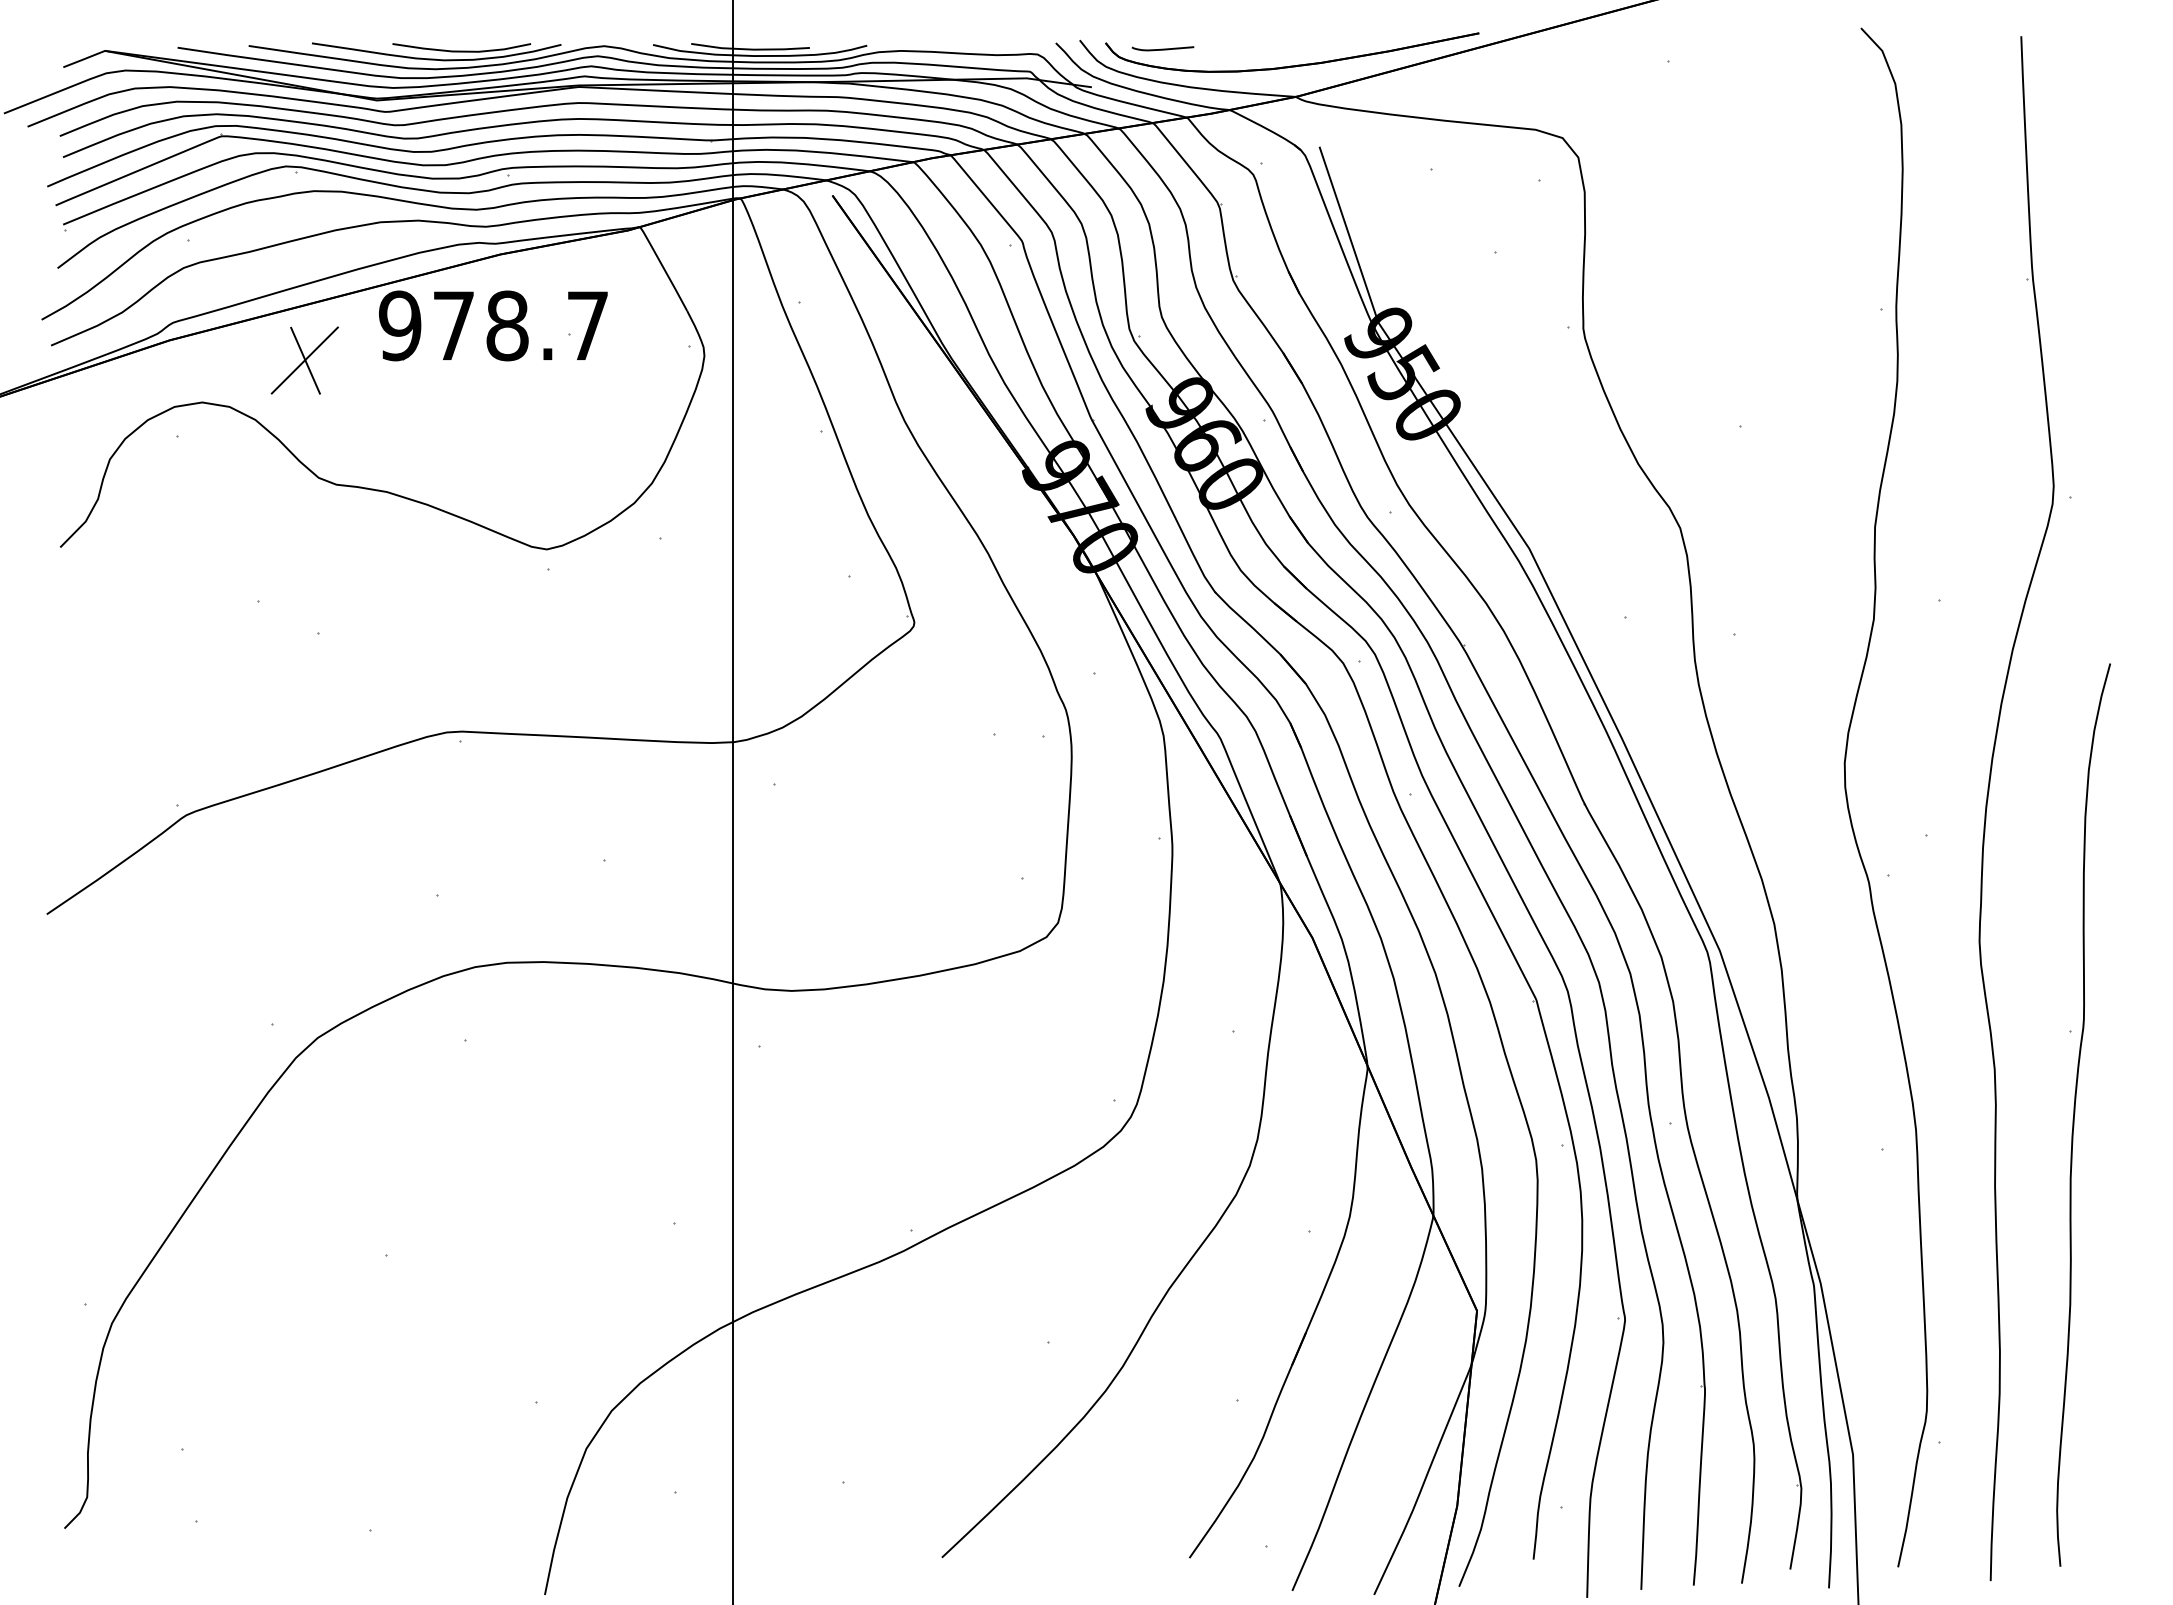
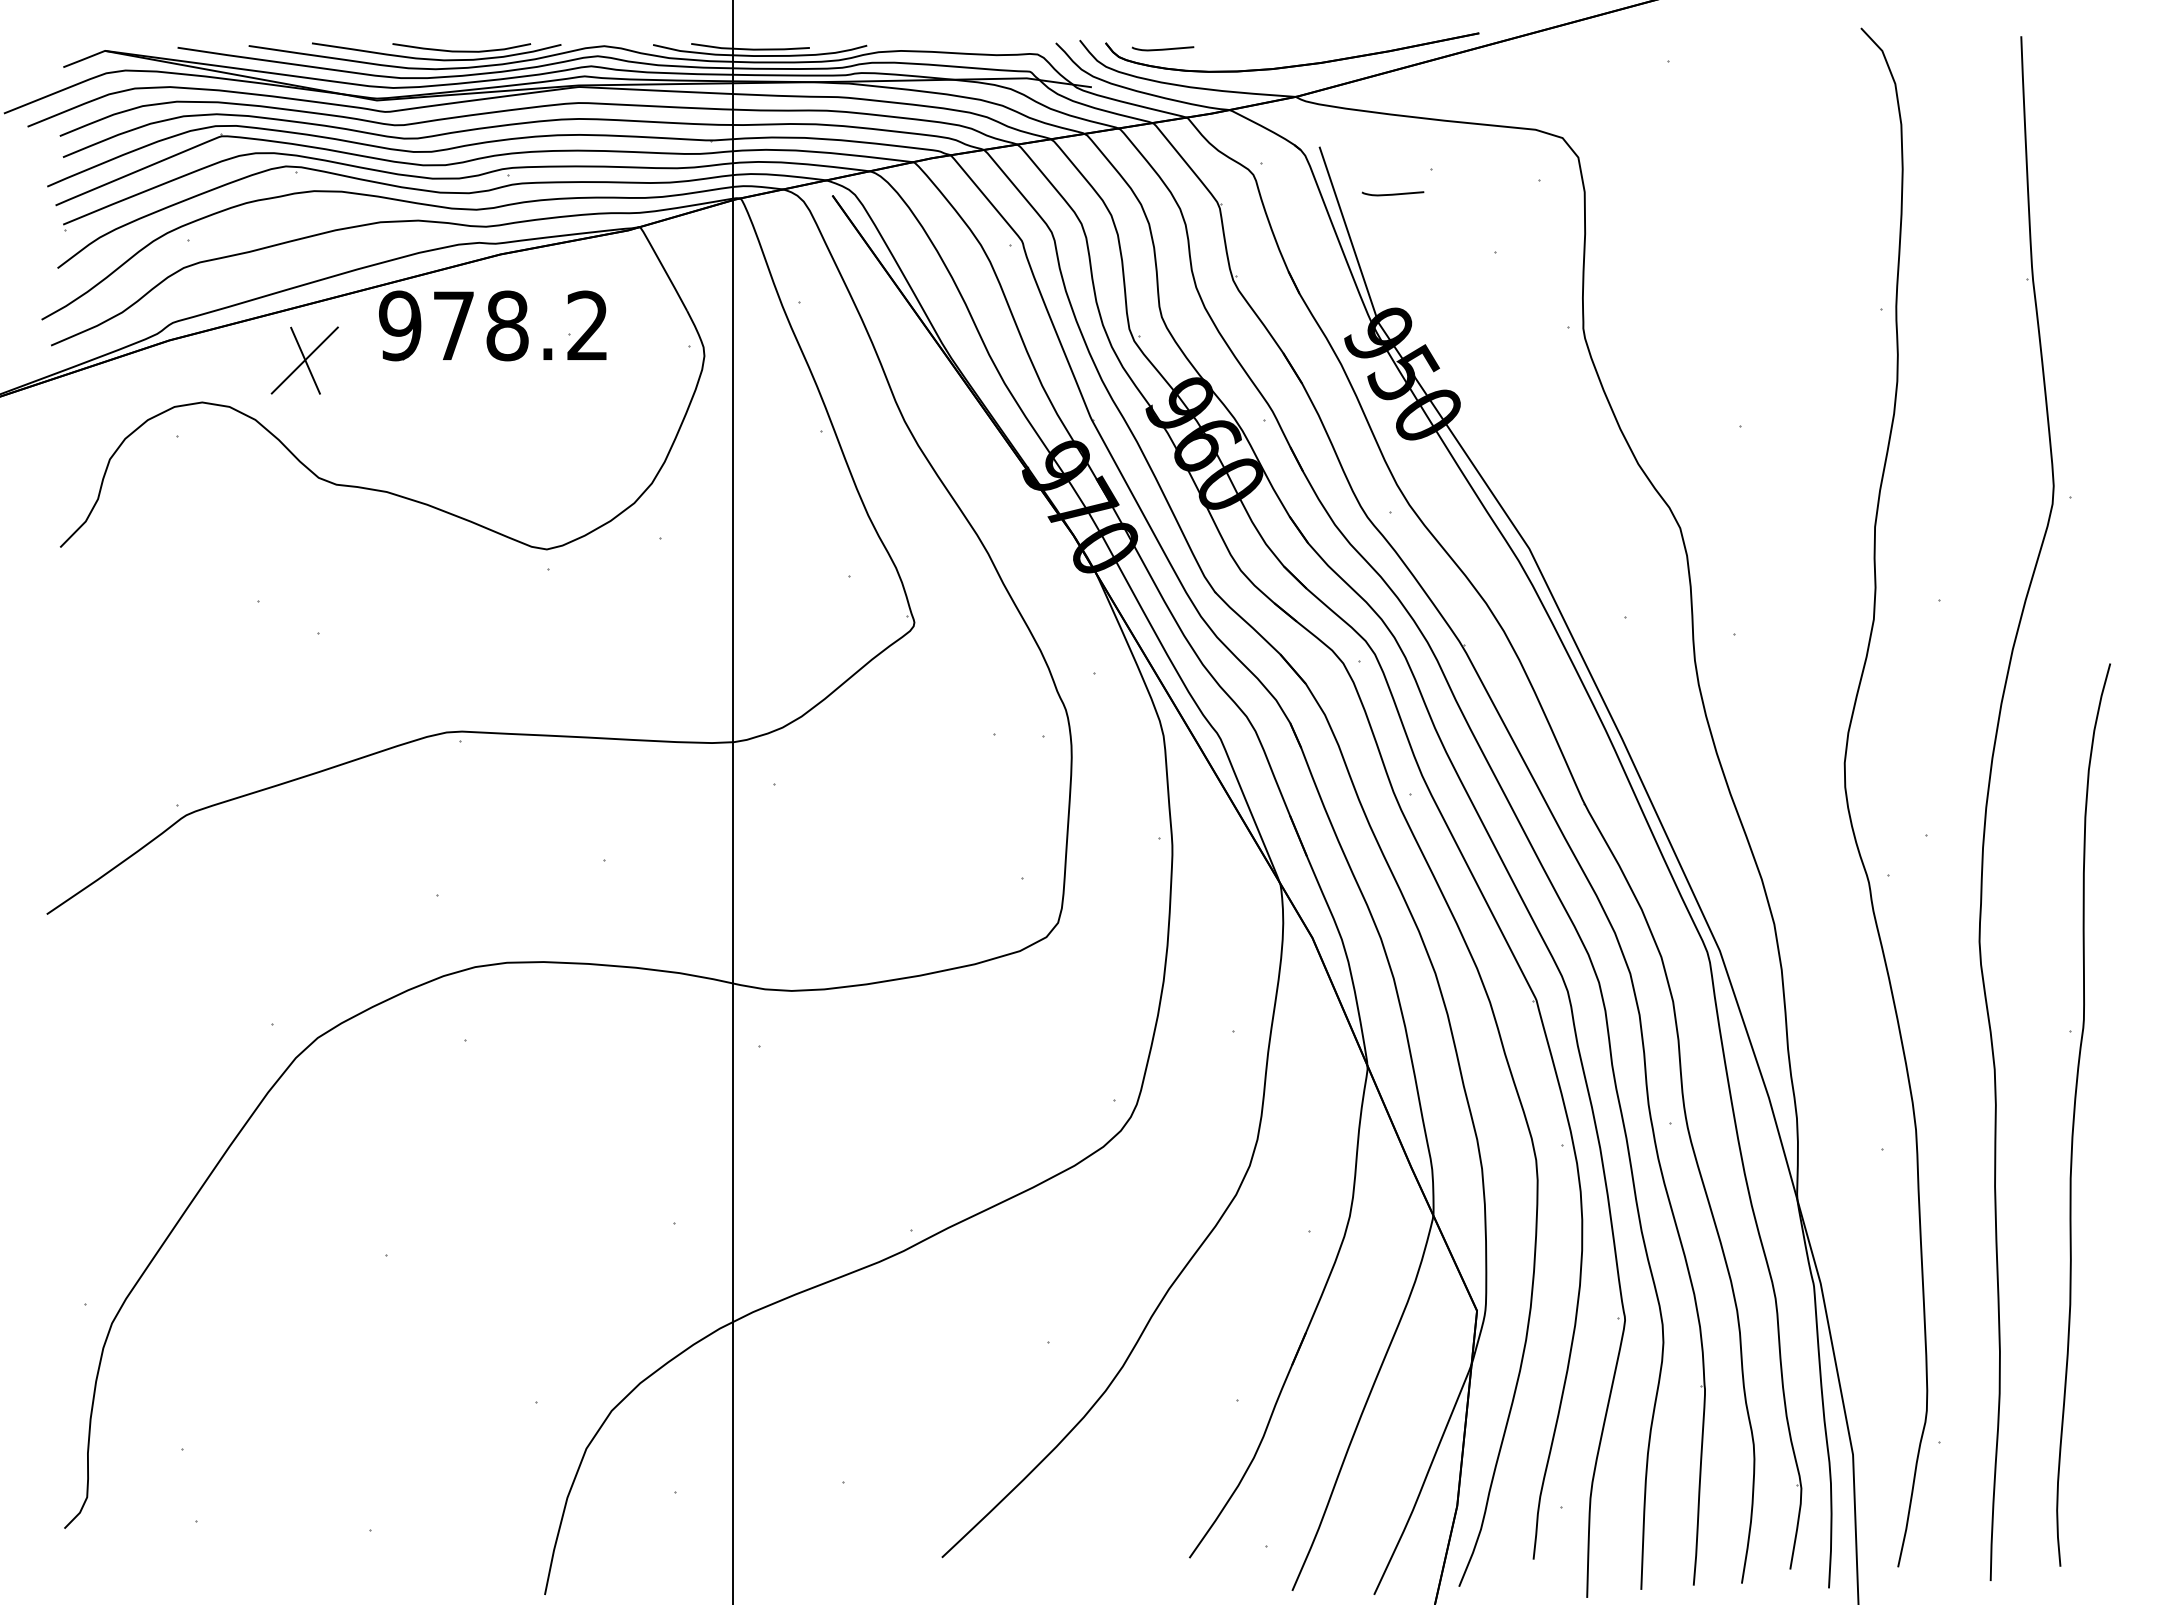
curve at (1392, 193): none -> present
text at (587, 324): 978.7 -> 978.2
